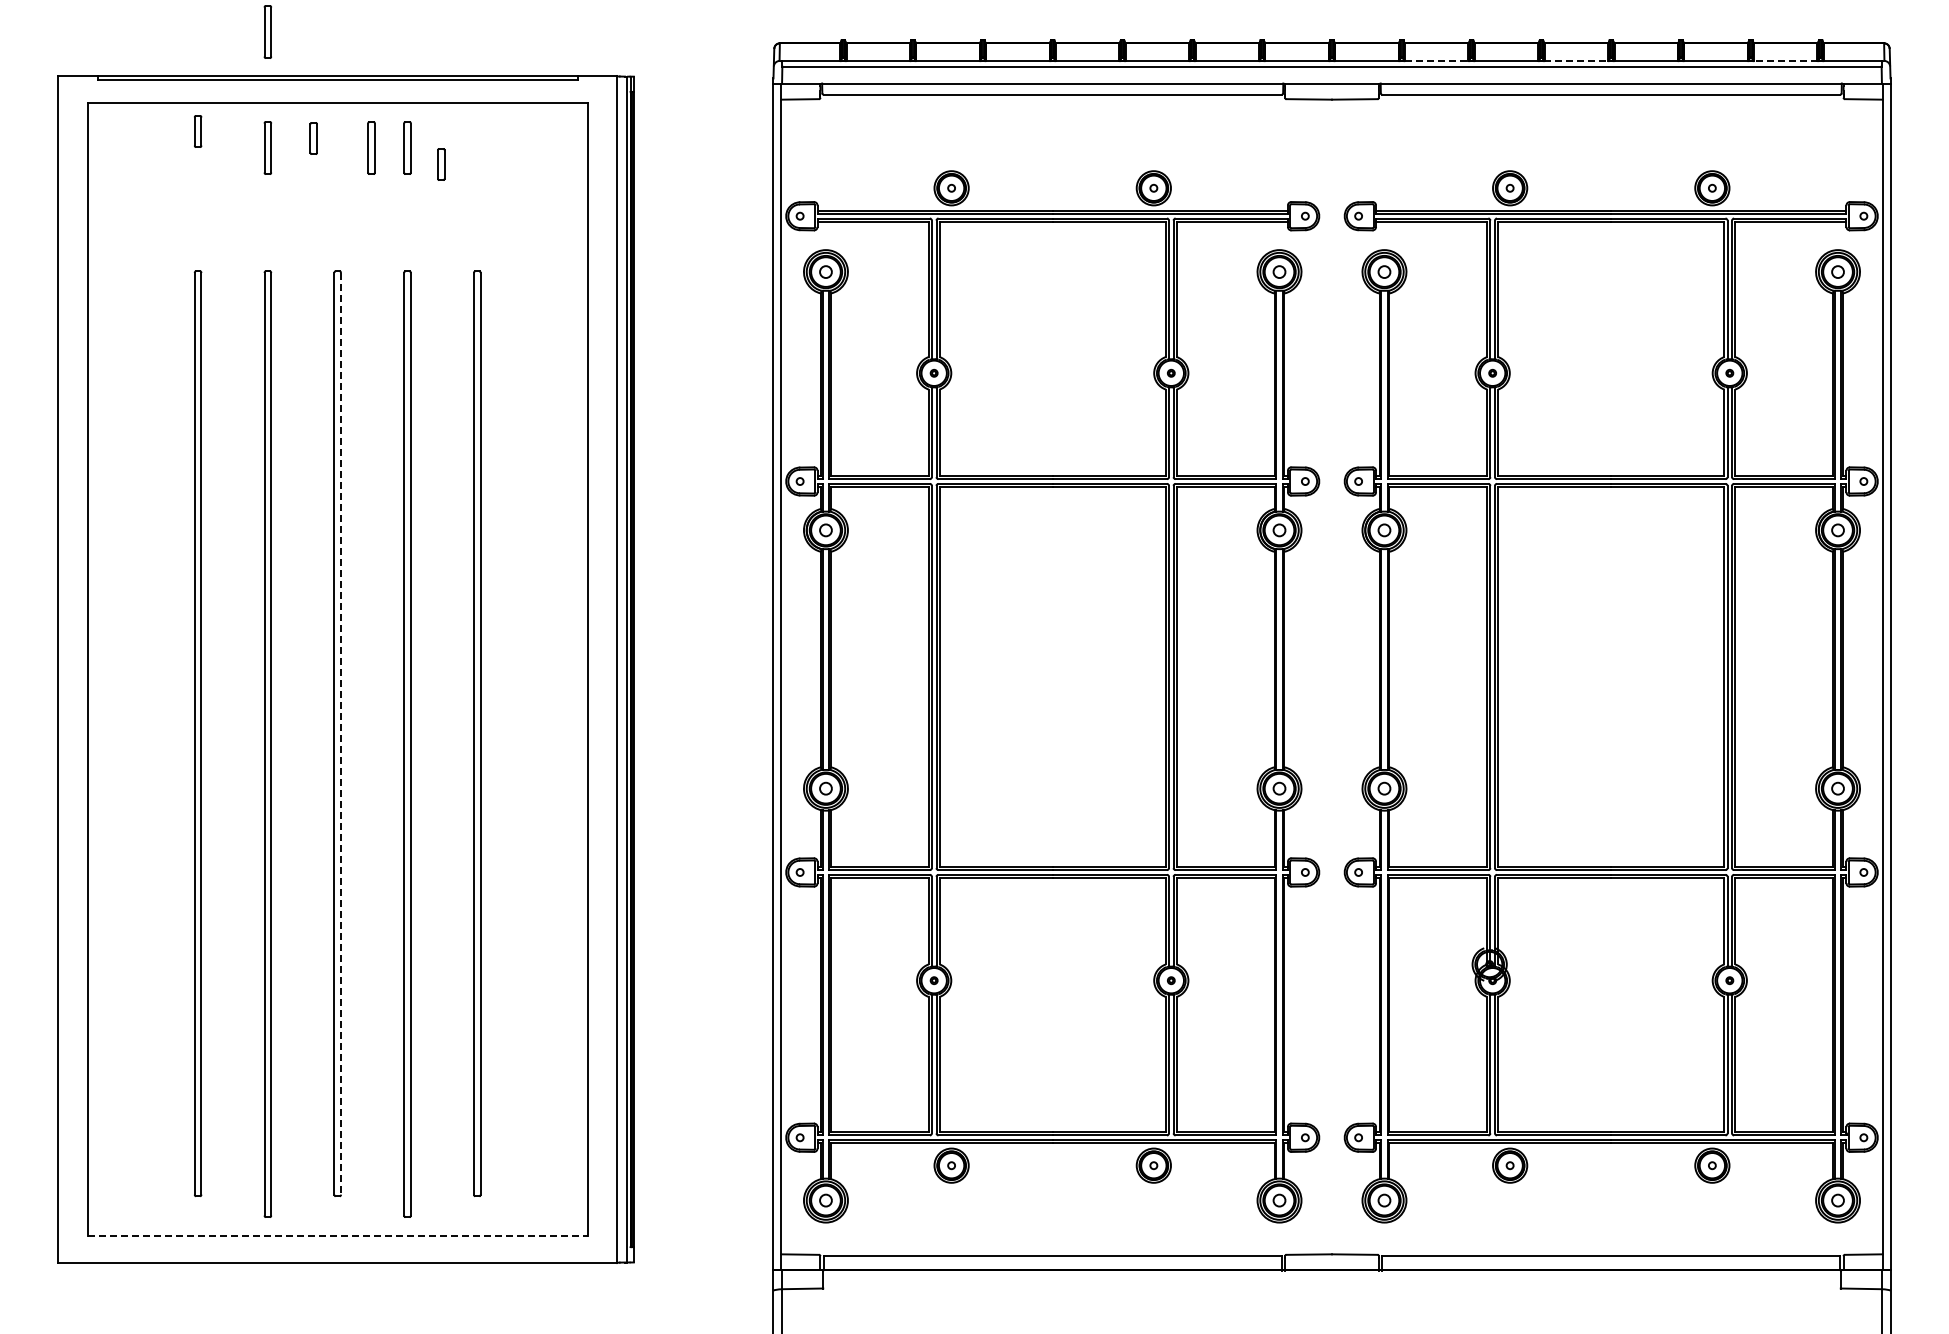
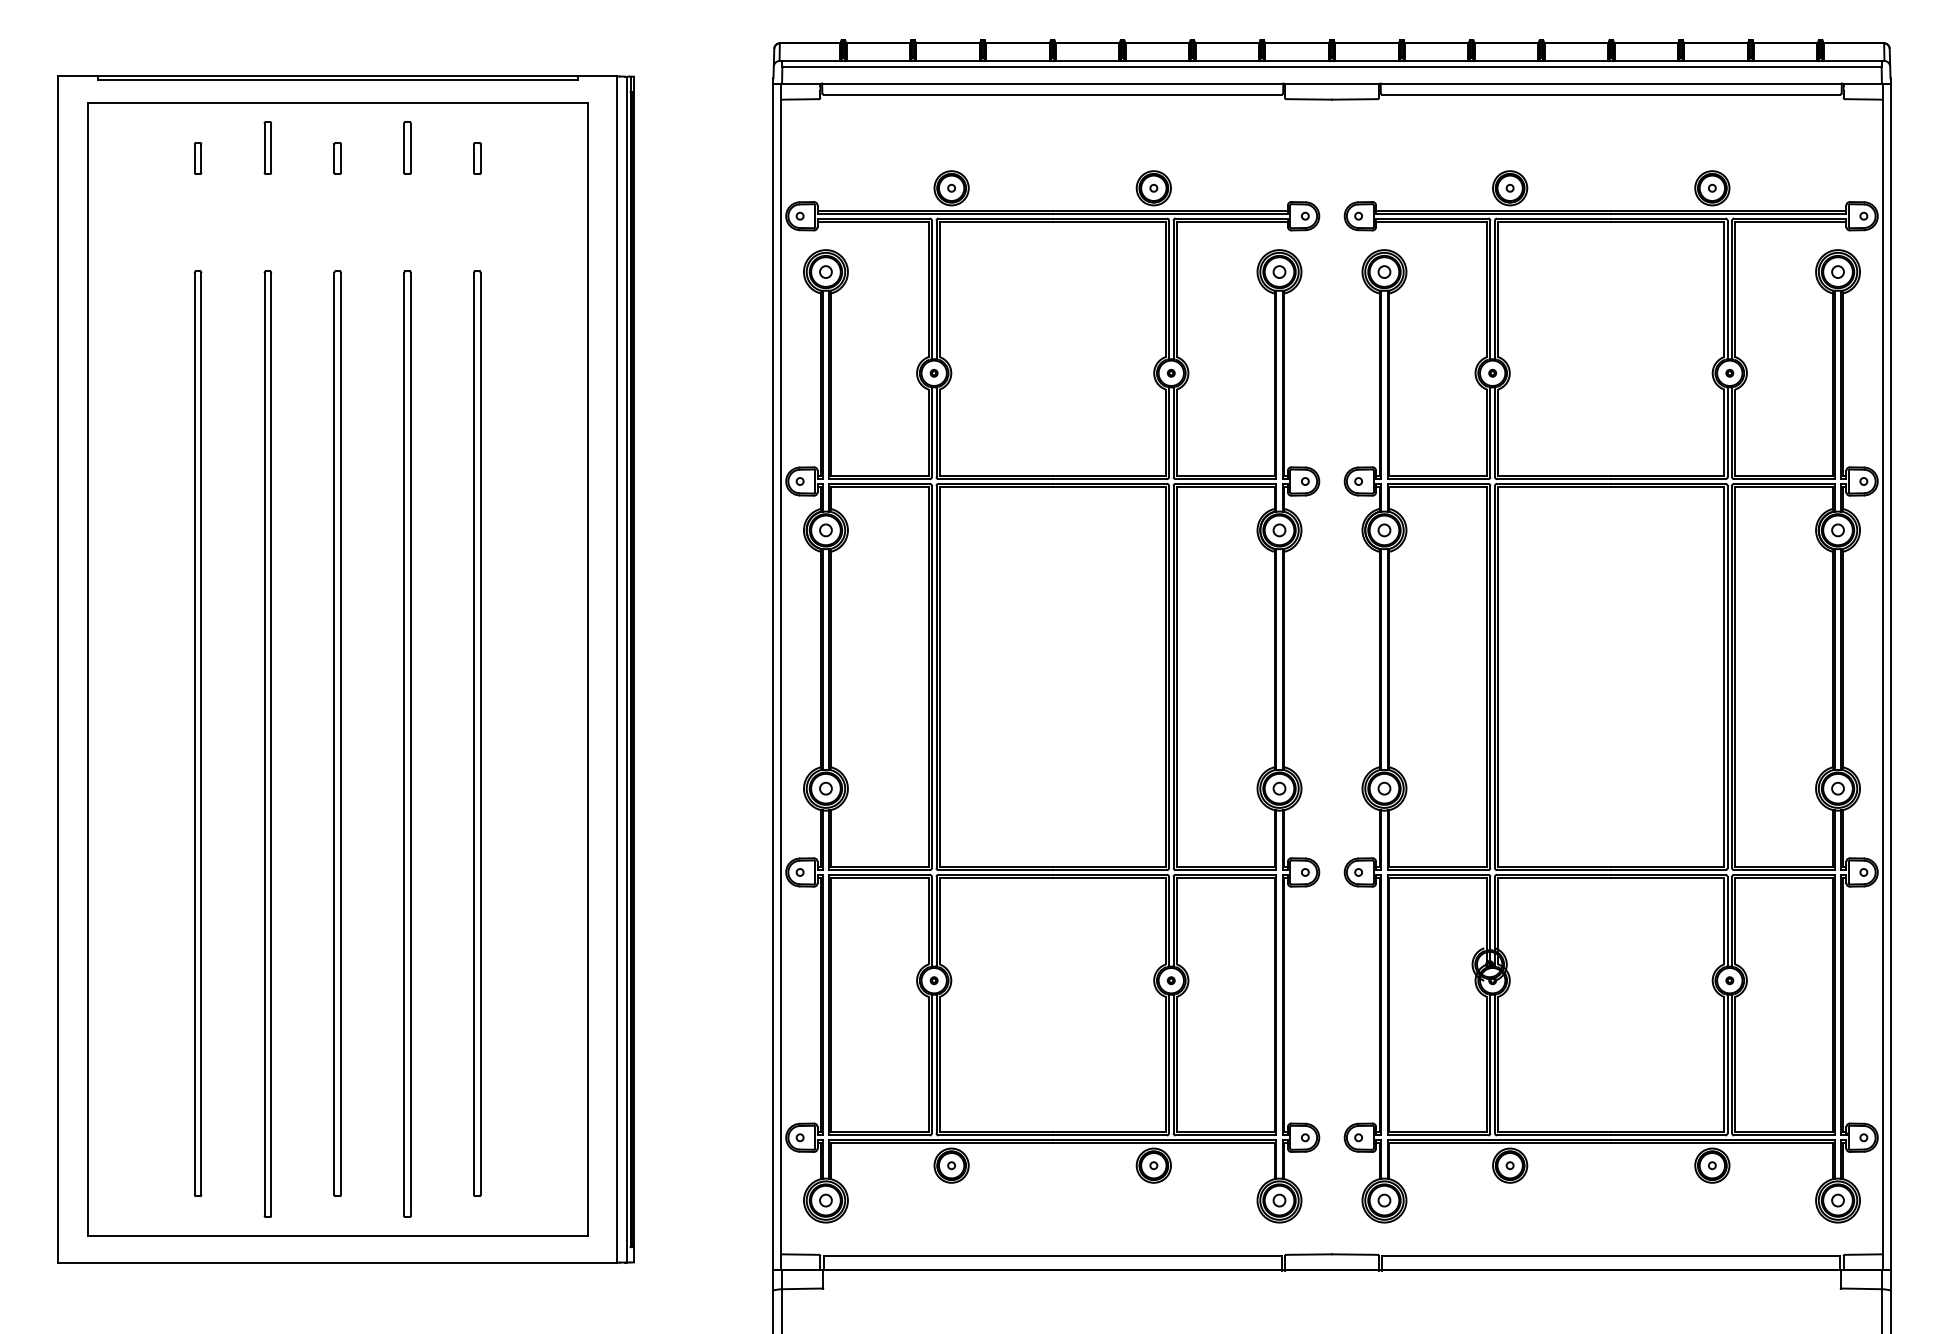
part at (267, 31): present -> none
line at (1437, 61): dashed -> solid
line at (1576, 61): dashed -> solid
line at (1785, 61): dashed -> solid
part at (198, 131) position: (198, 131) -> (198, 158)
part at (313, 138) position: (313, 138) -> (337, 158)
part at (371, 147): present -> none
part at (441, 164) position: (441, 164) -> (477, 158)
line at (341, 733): dashed -> solid
line at (337, 1236): dashed -> solid
